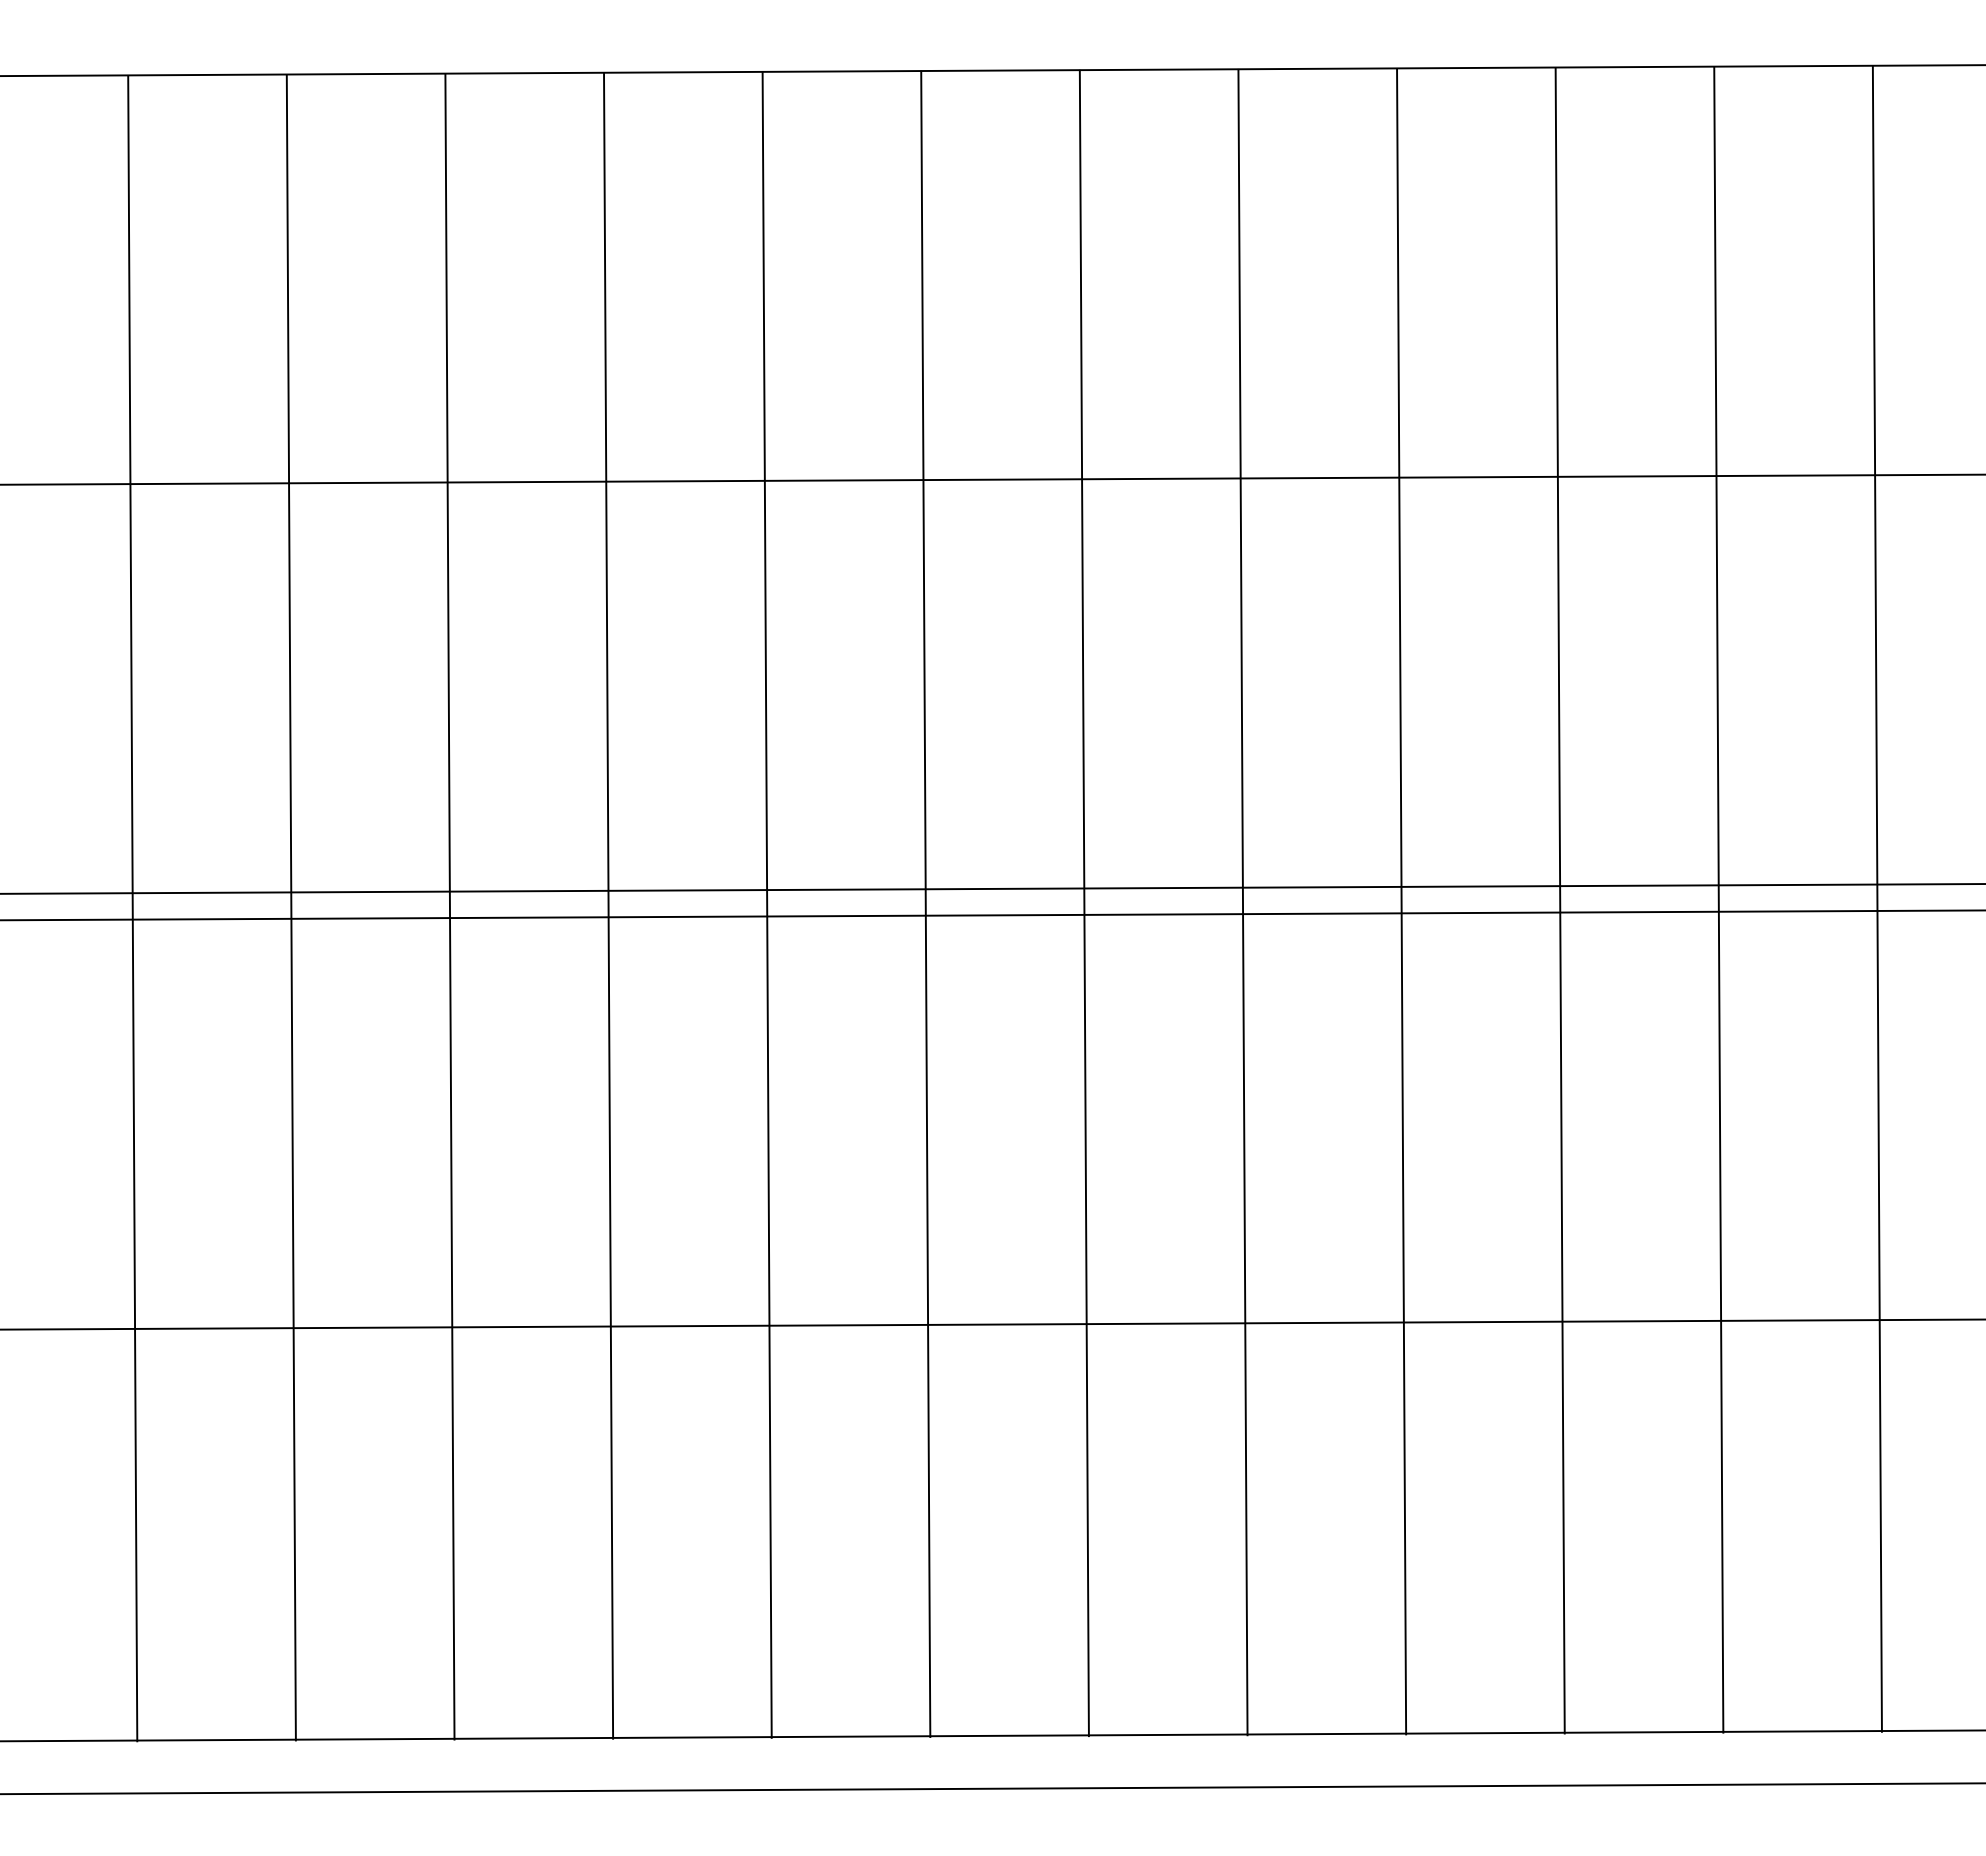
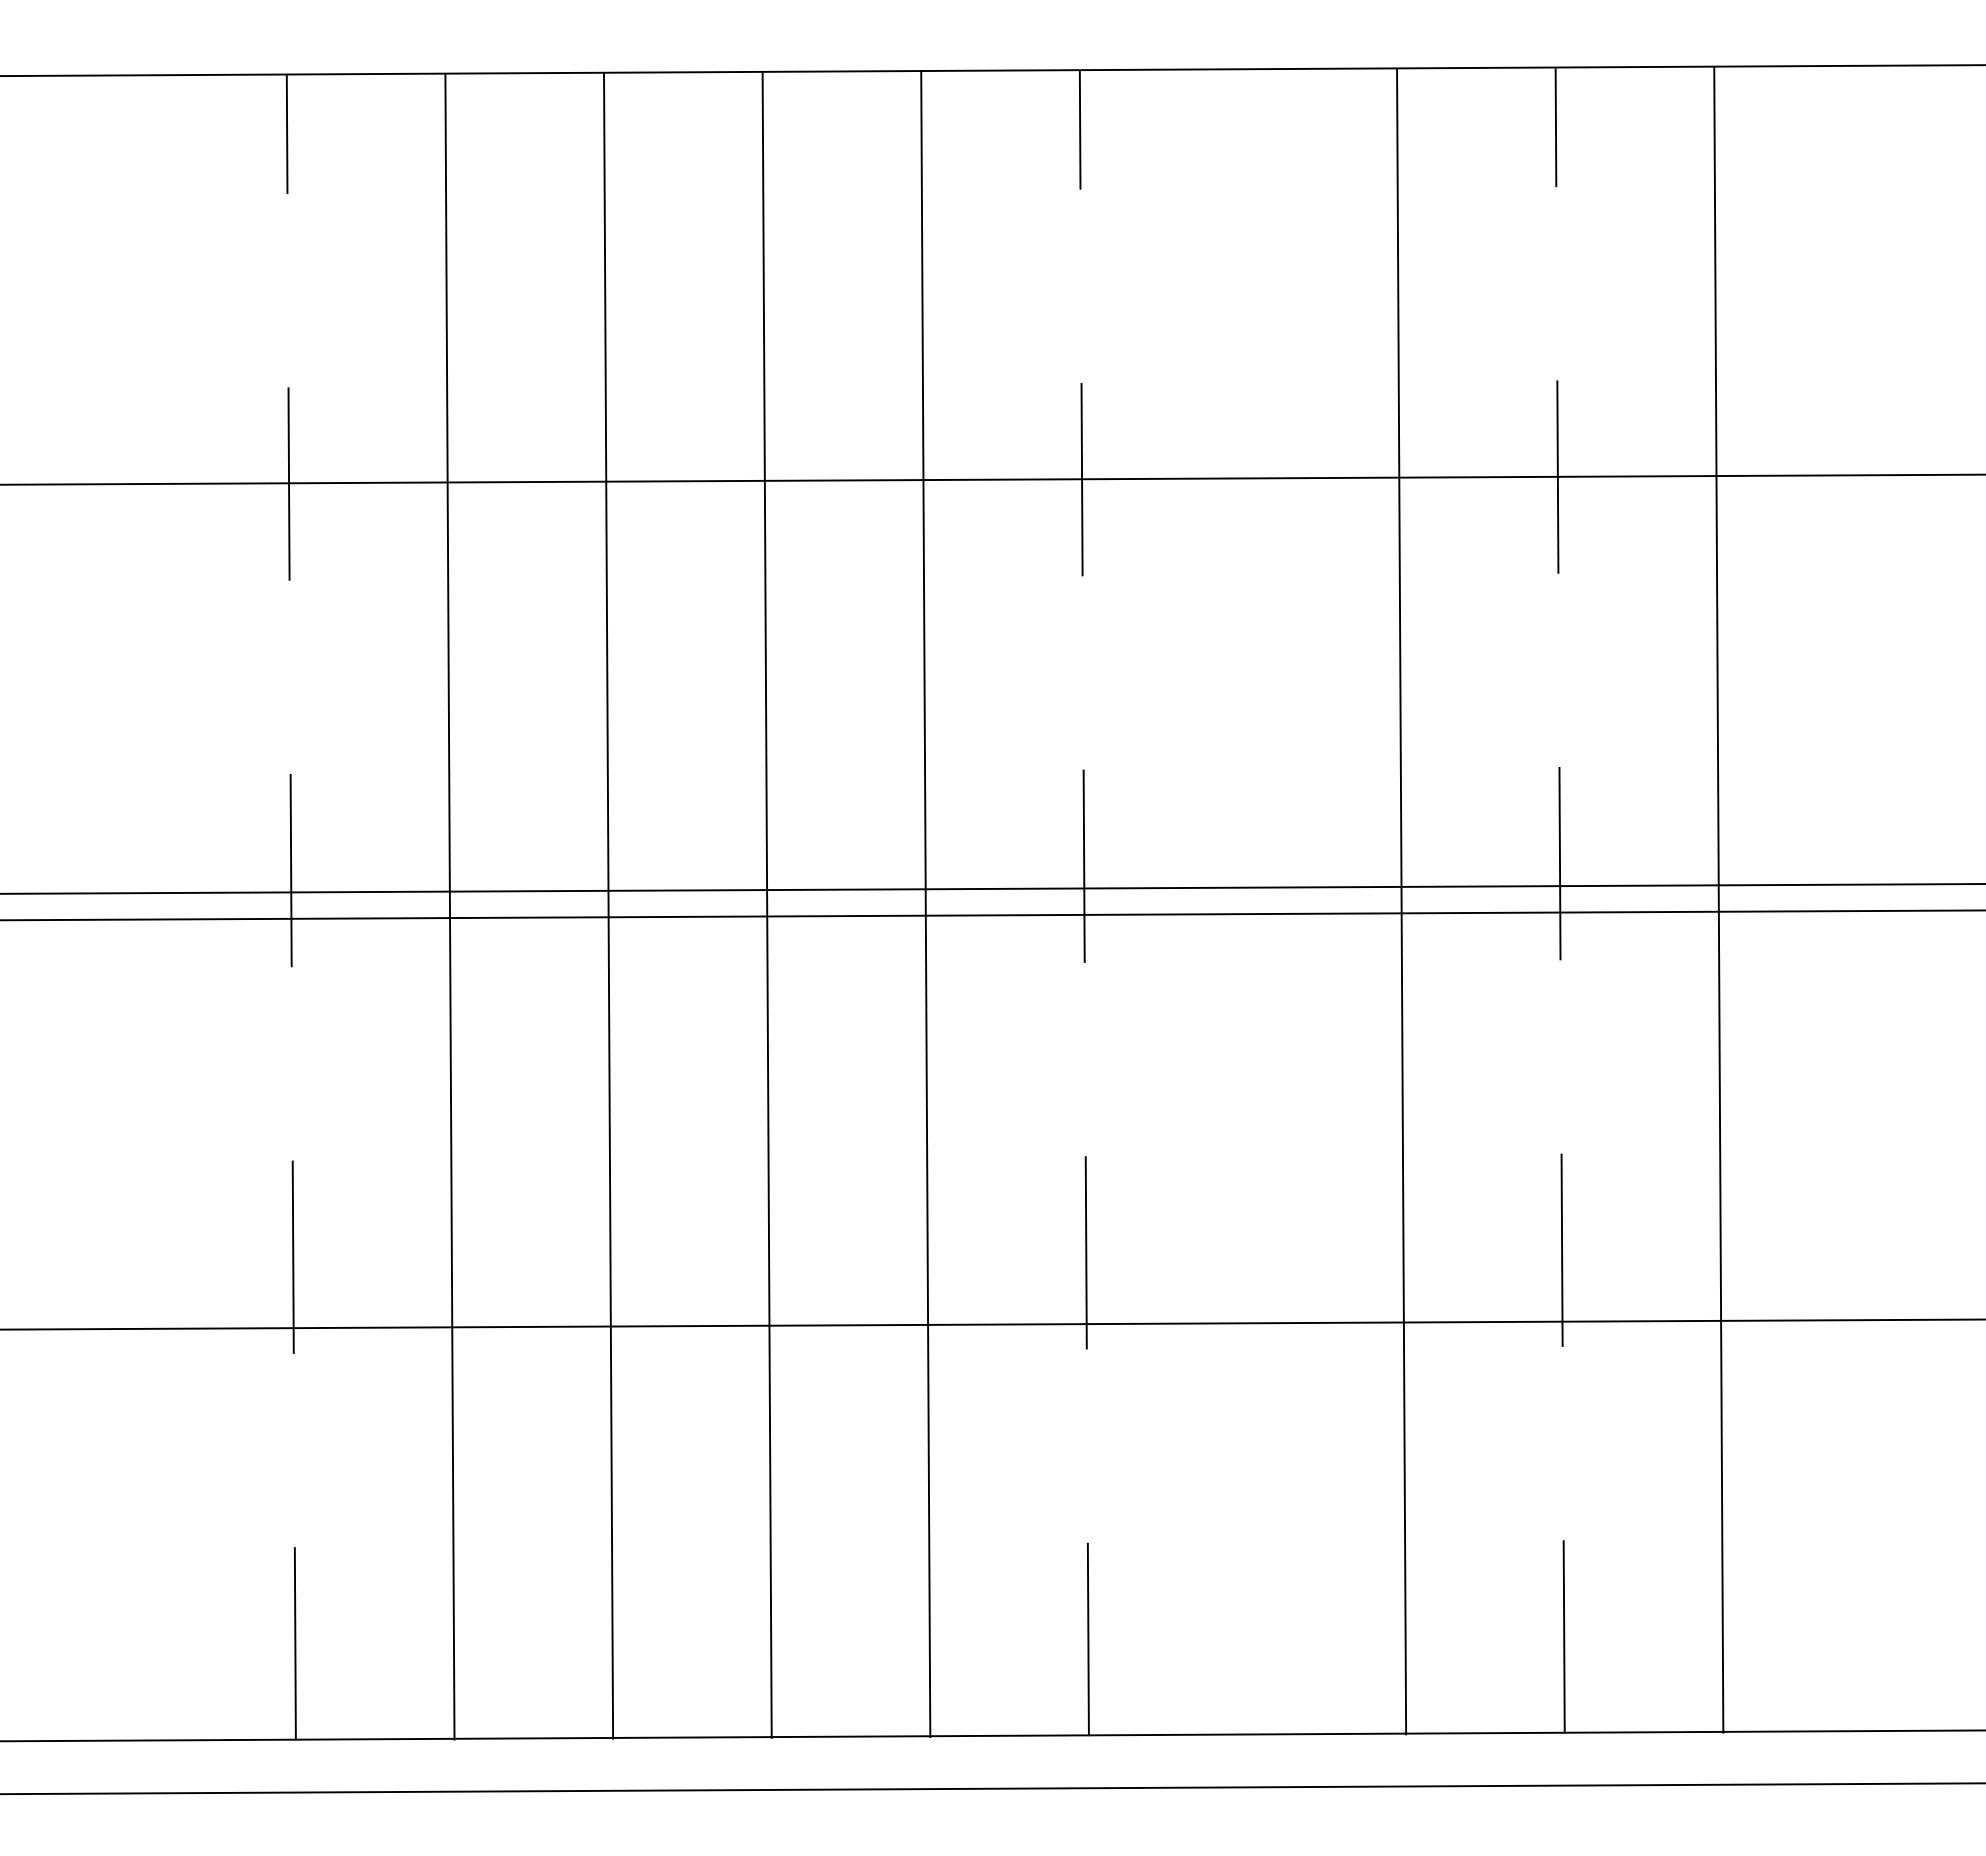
line at (1876, 898): present -> none
line at (1560, 900): solid -> dashed
line at (1242, 902): present -> none
line at (1084, 903): solid -> dashed
line at (291, 907): solid -> dashed
line at (132, 908): present -> none
